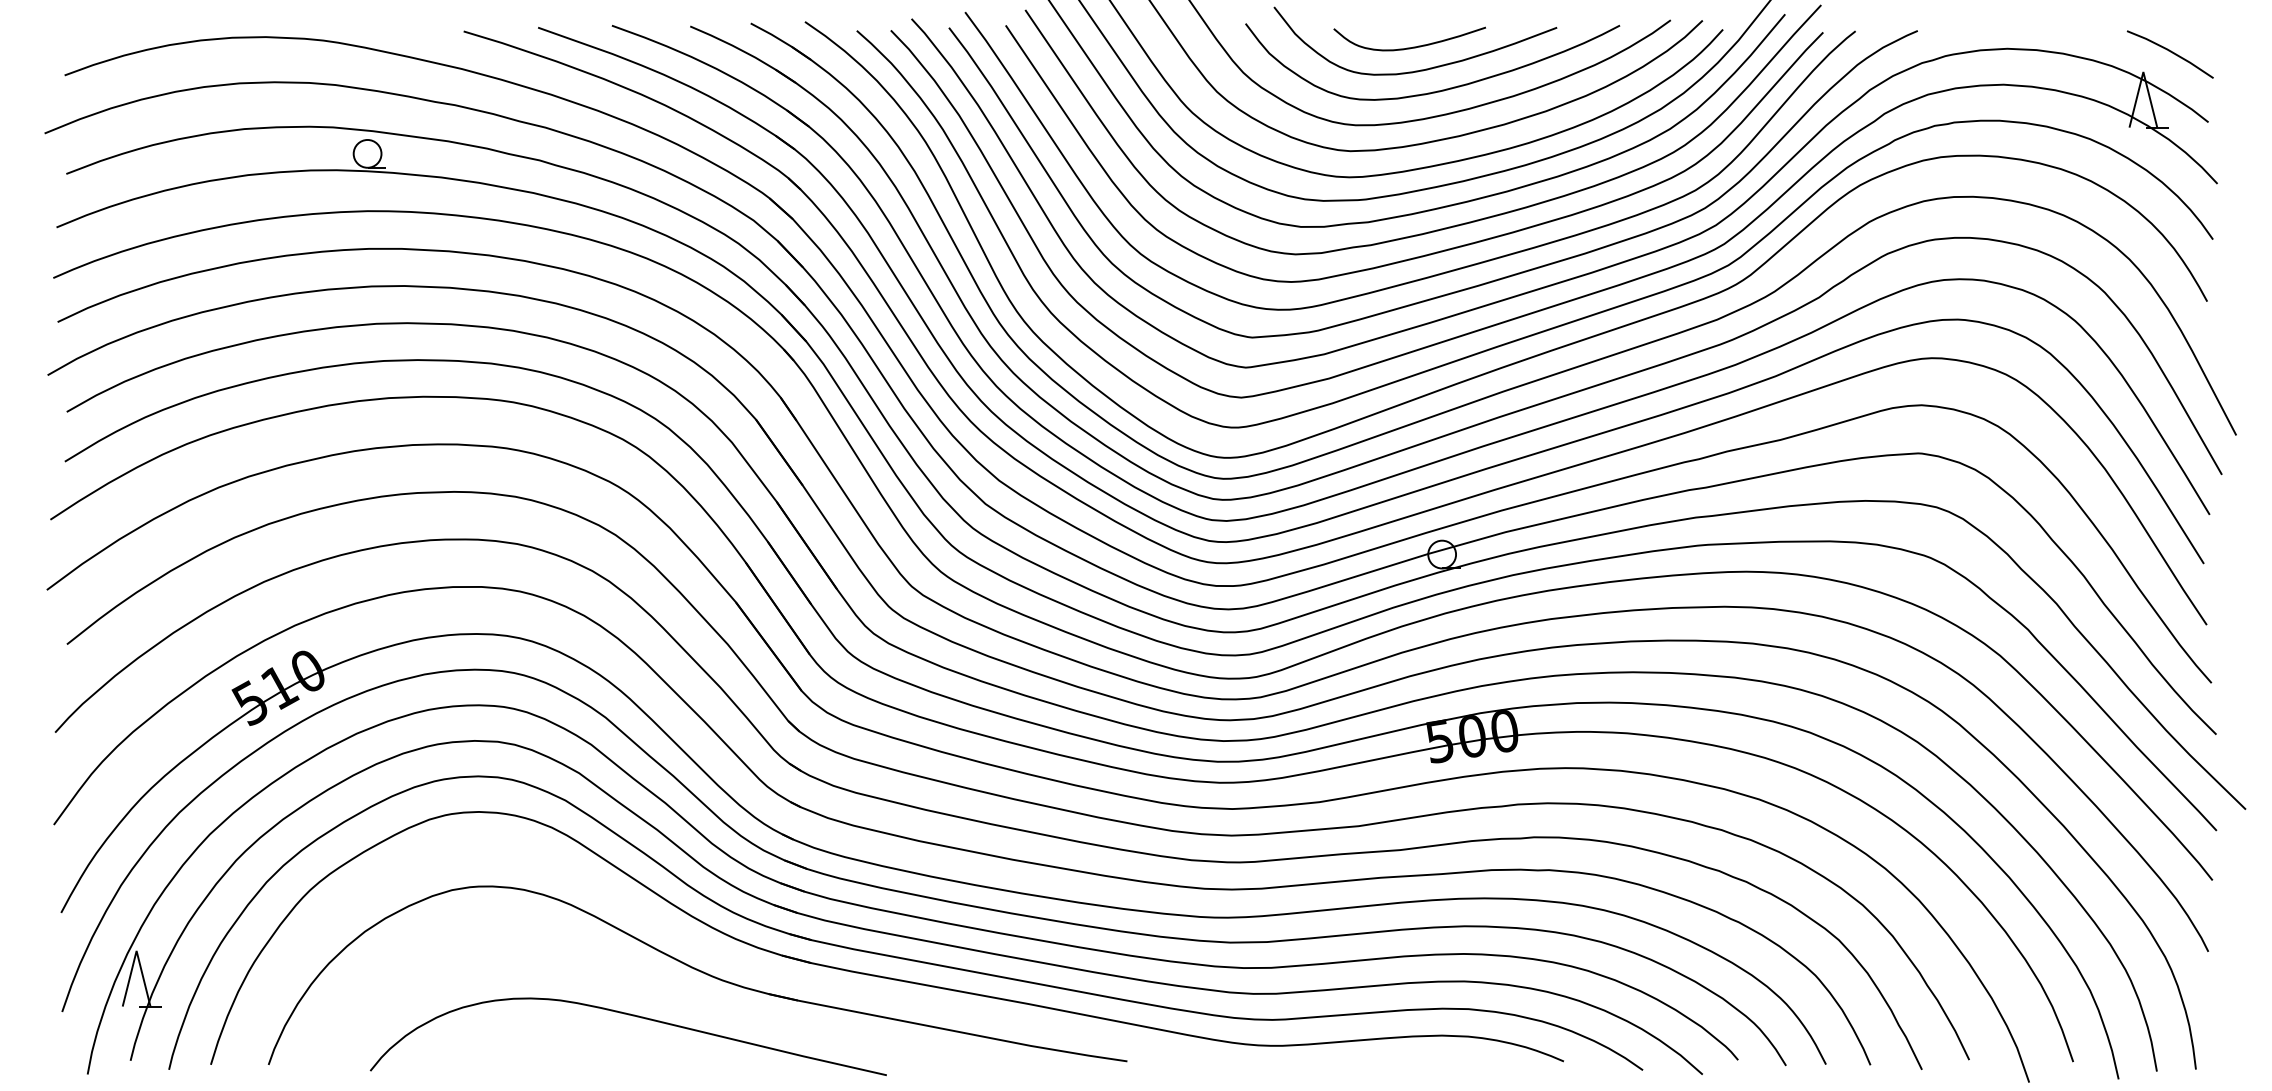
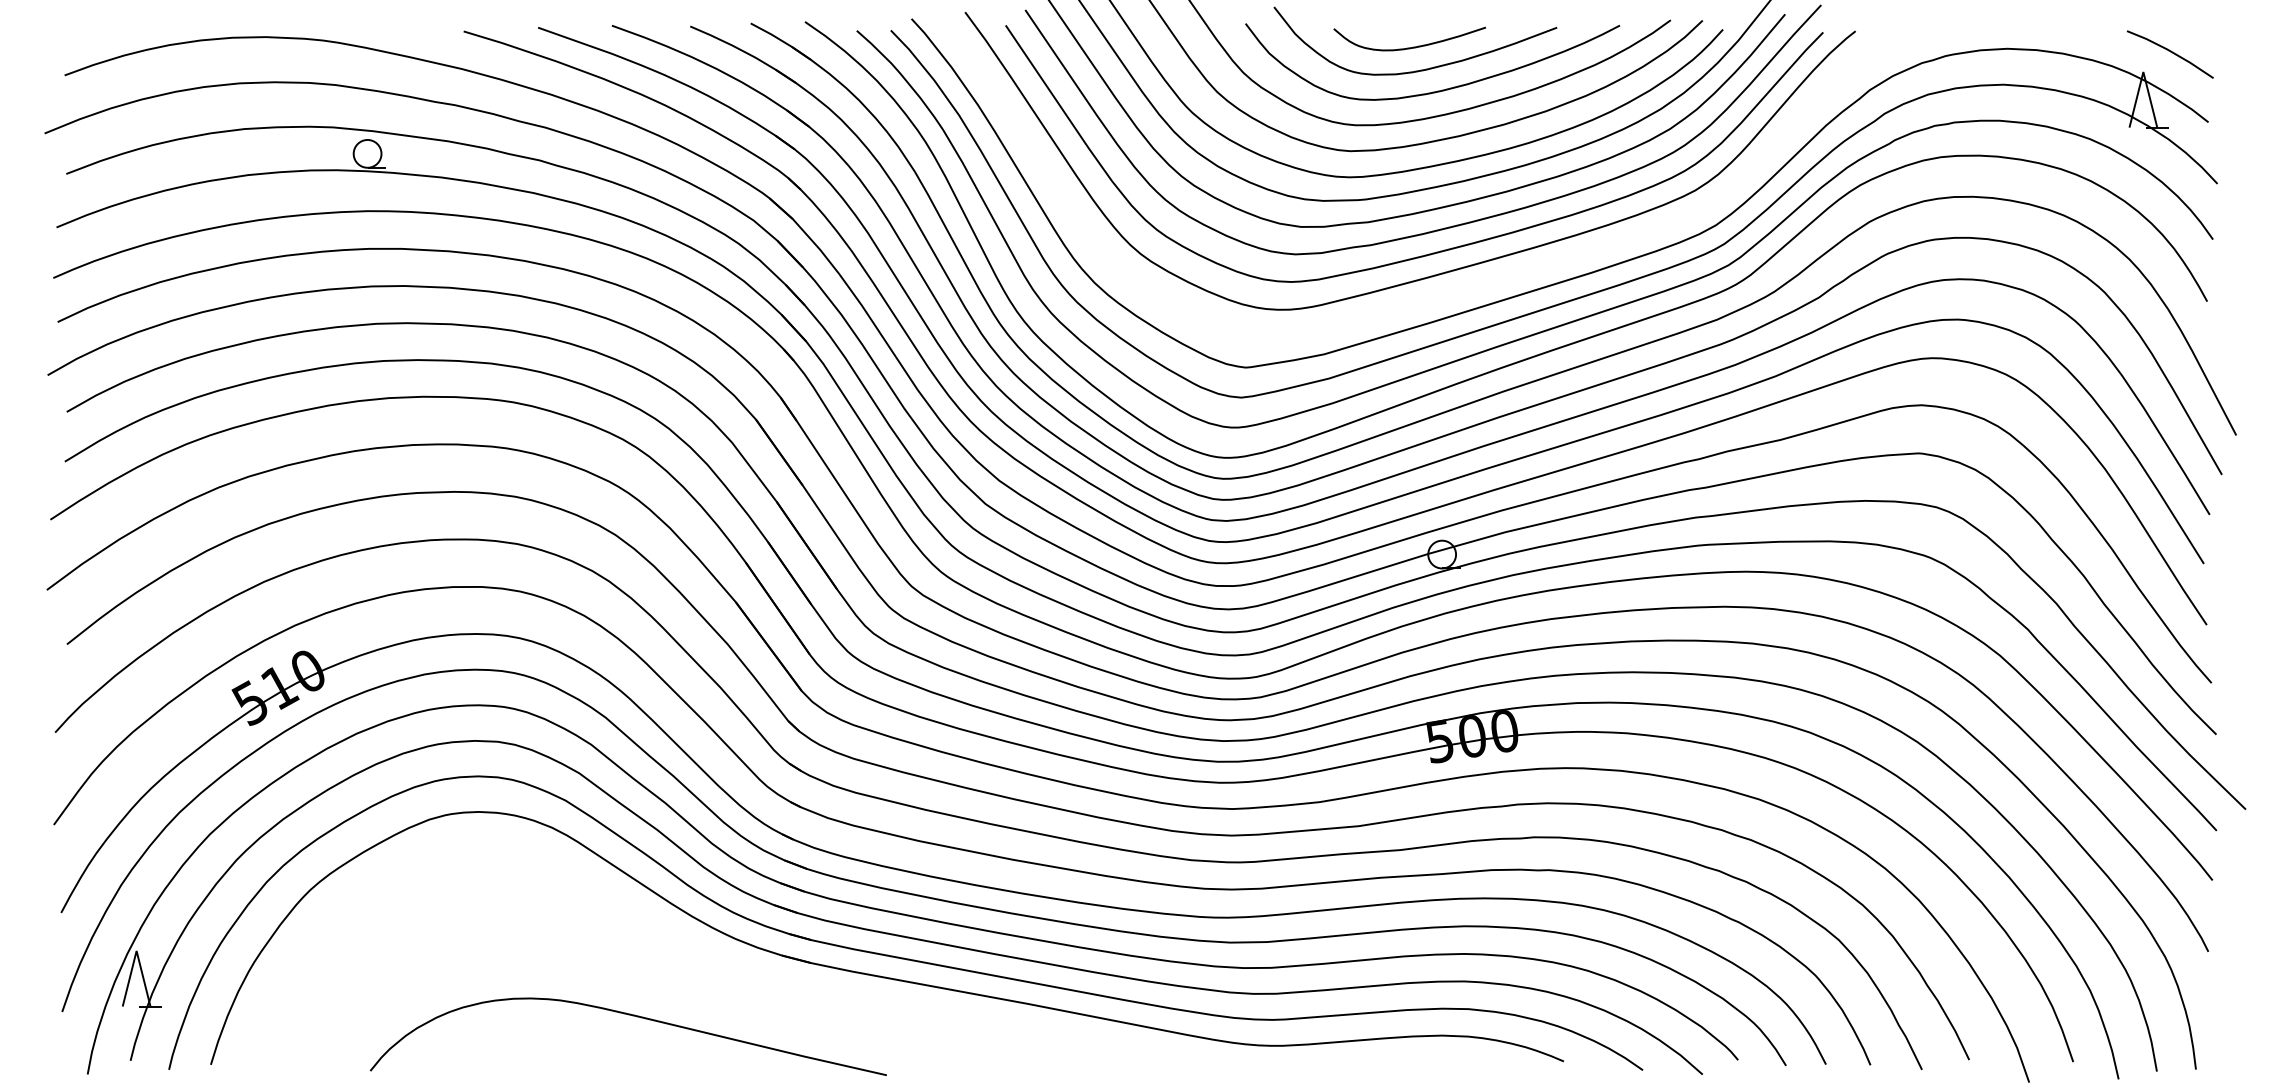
curve at (1460, 289): present -> none
part at (697, 974): present -> none
